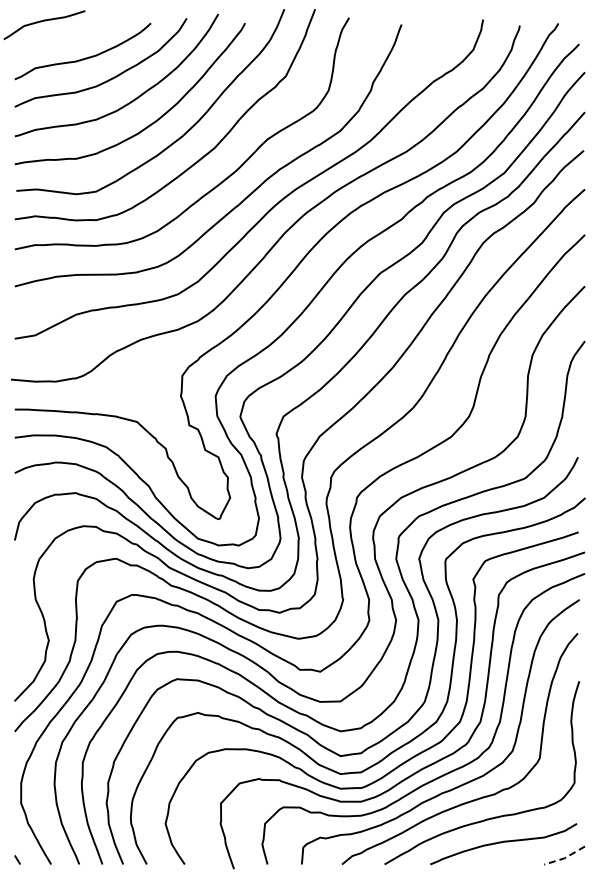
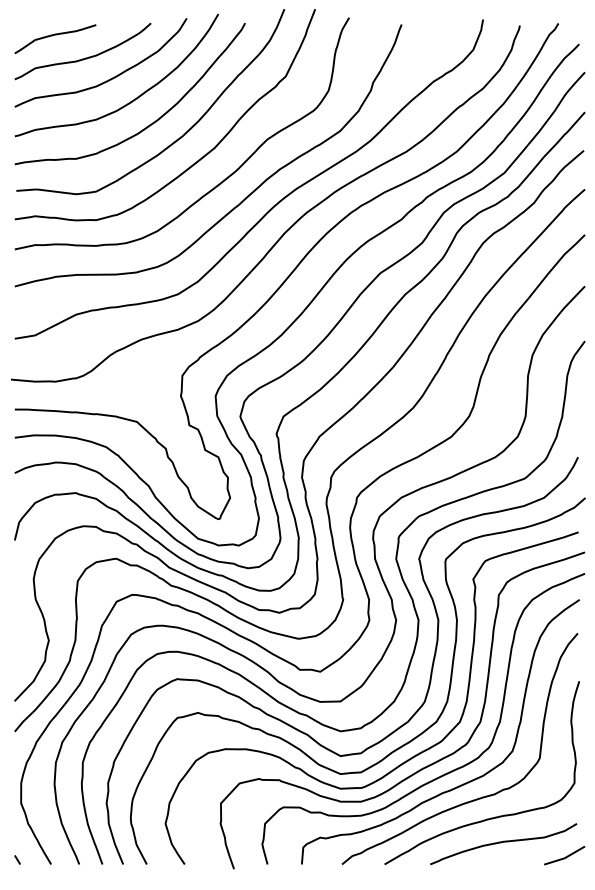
curve at (44, 21) position: (44, 21) -> (55, 35)
line at (564, 858): dashed -> solid
